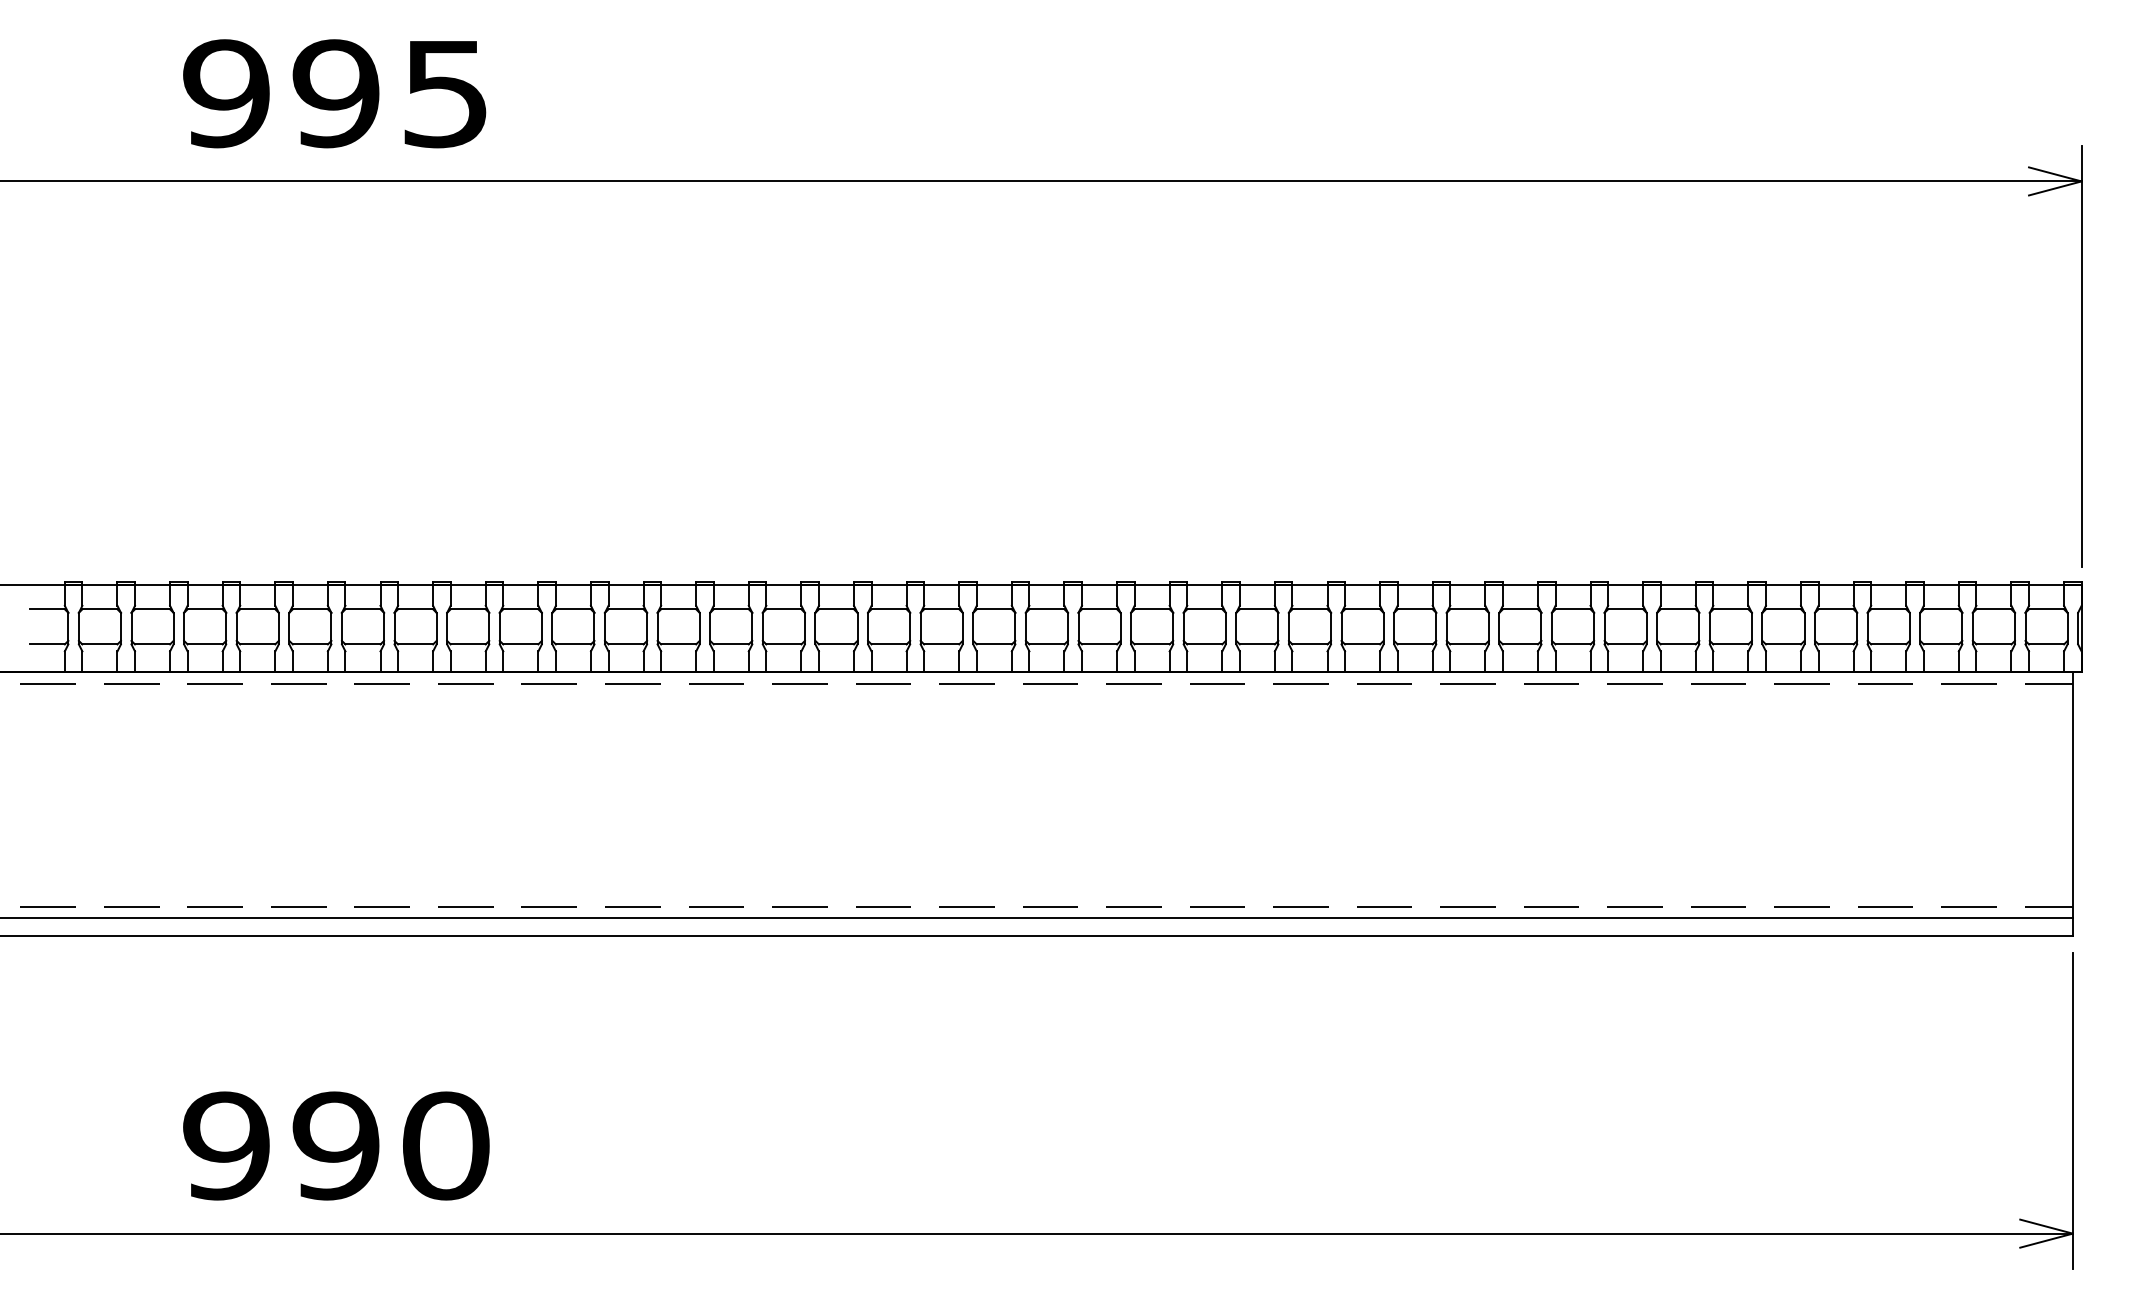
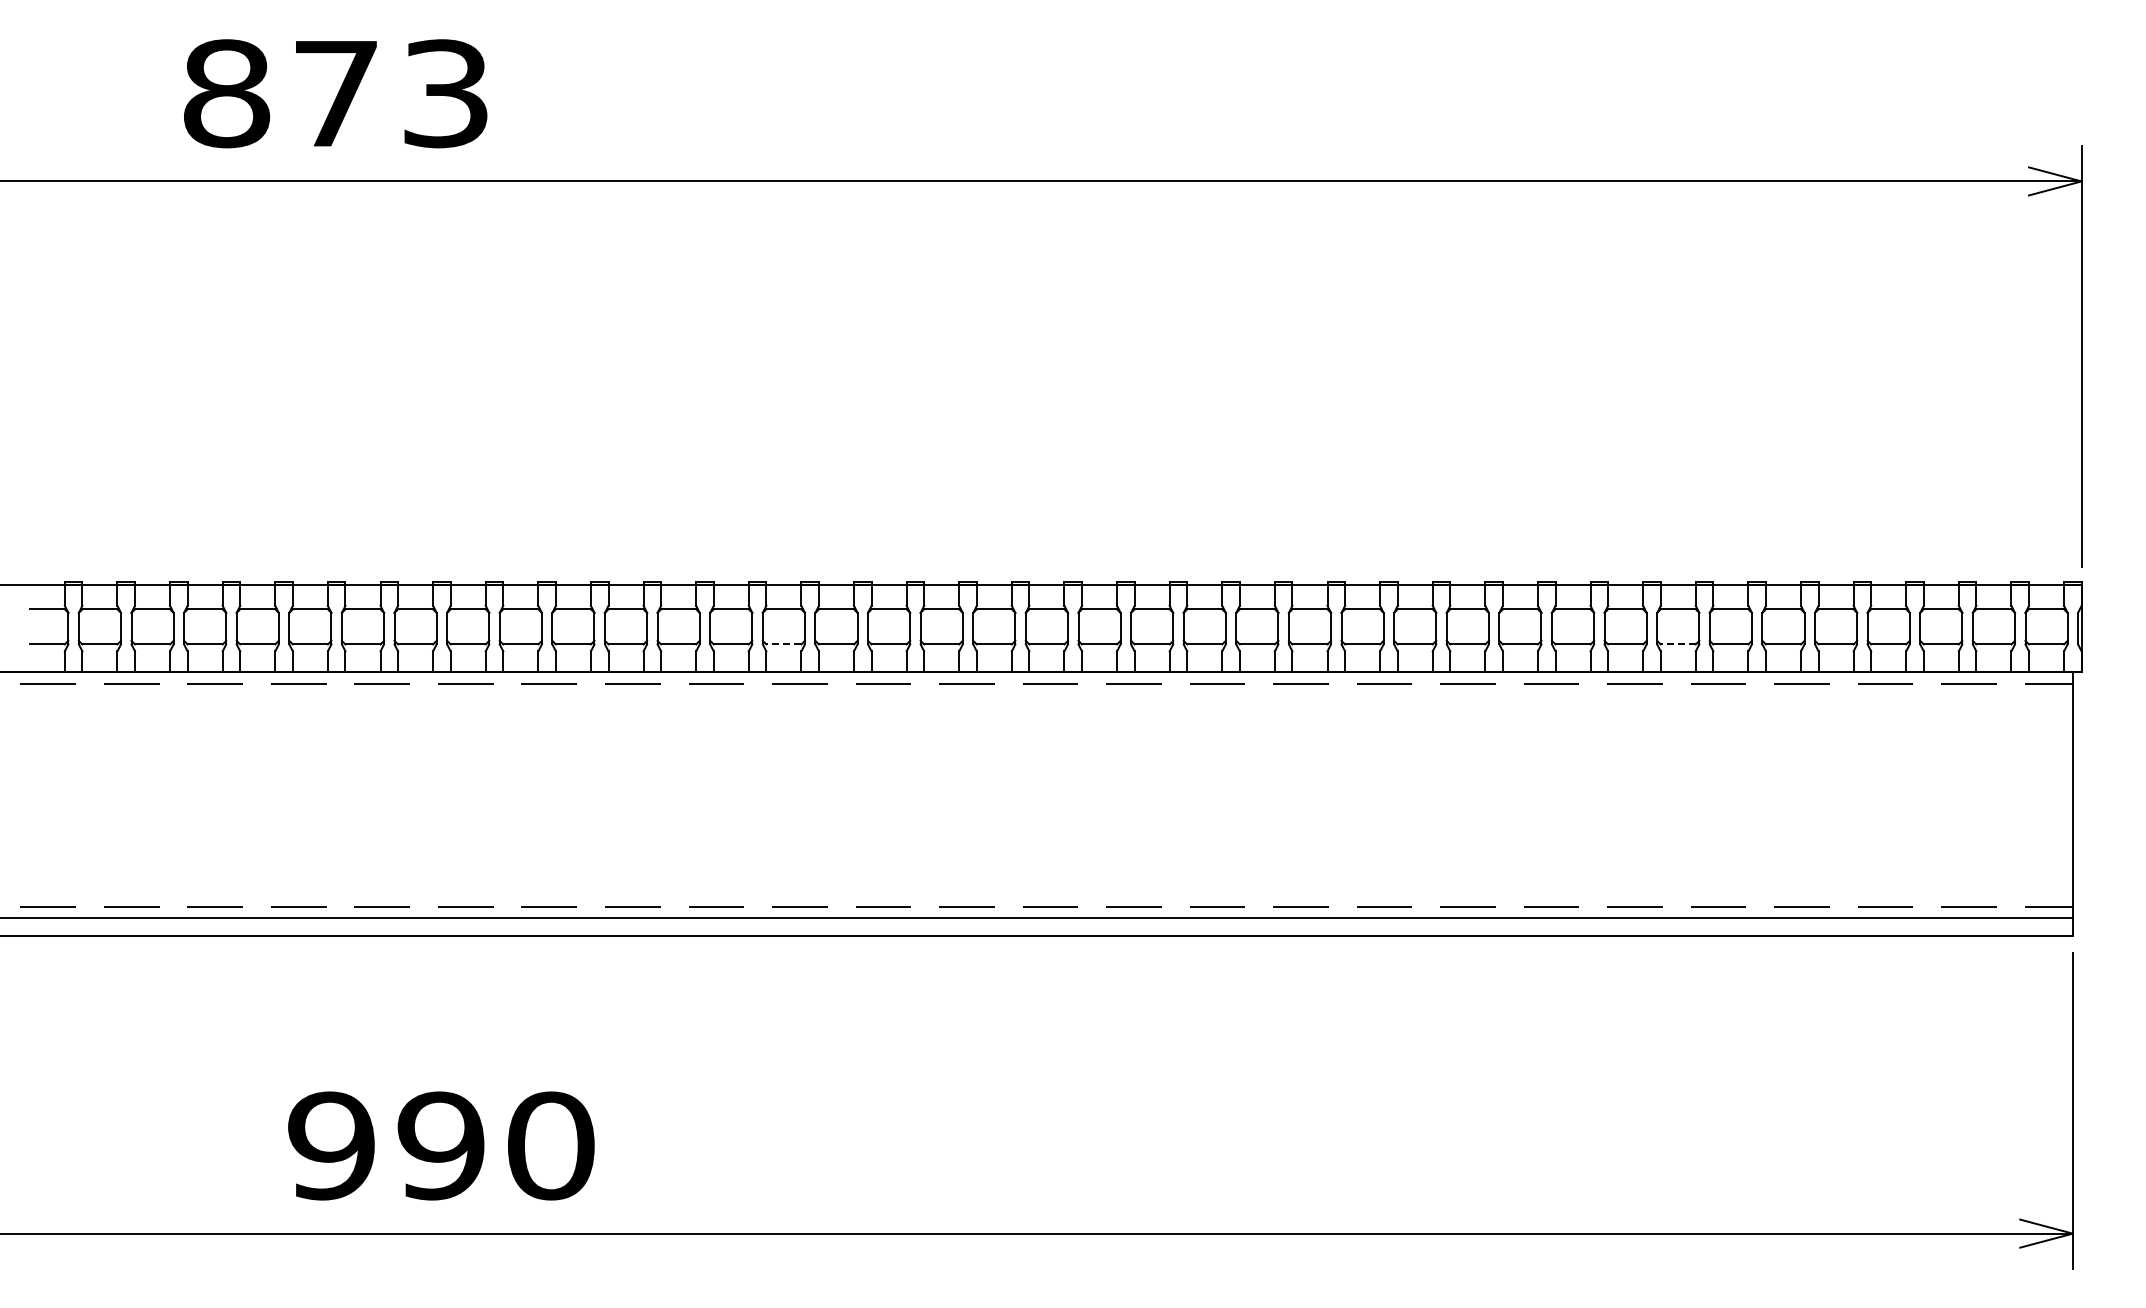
text at (335, 93): 995 -> 873
line at (783, 644): solid -> dashed
line at (1678, 644): solid -> dashed
text at (336, 1145) position: (336, 1145) -> (441, 1145)
